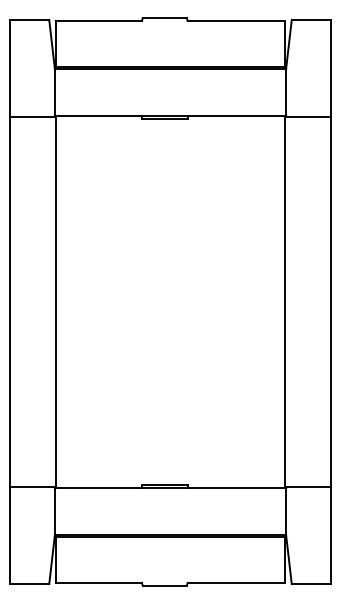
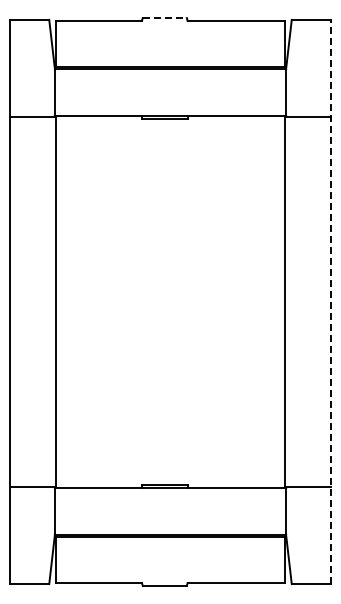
line at (165, 18): solid -> dashed
line at (330, 301): solid -> dashed
